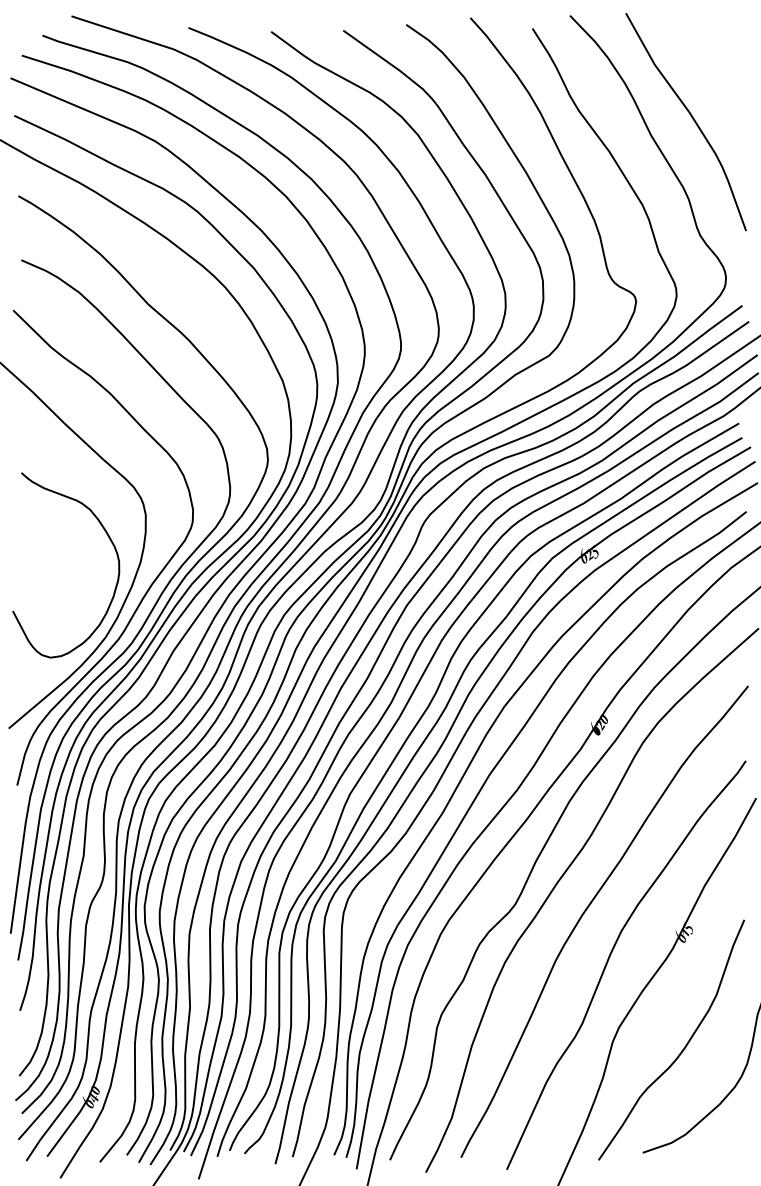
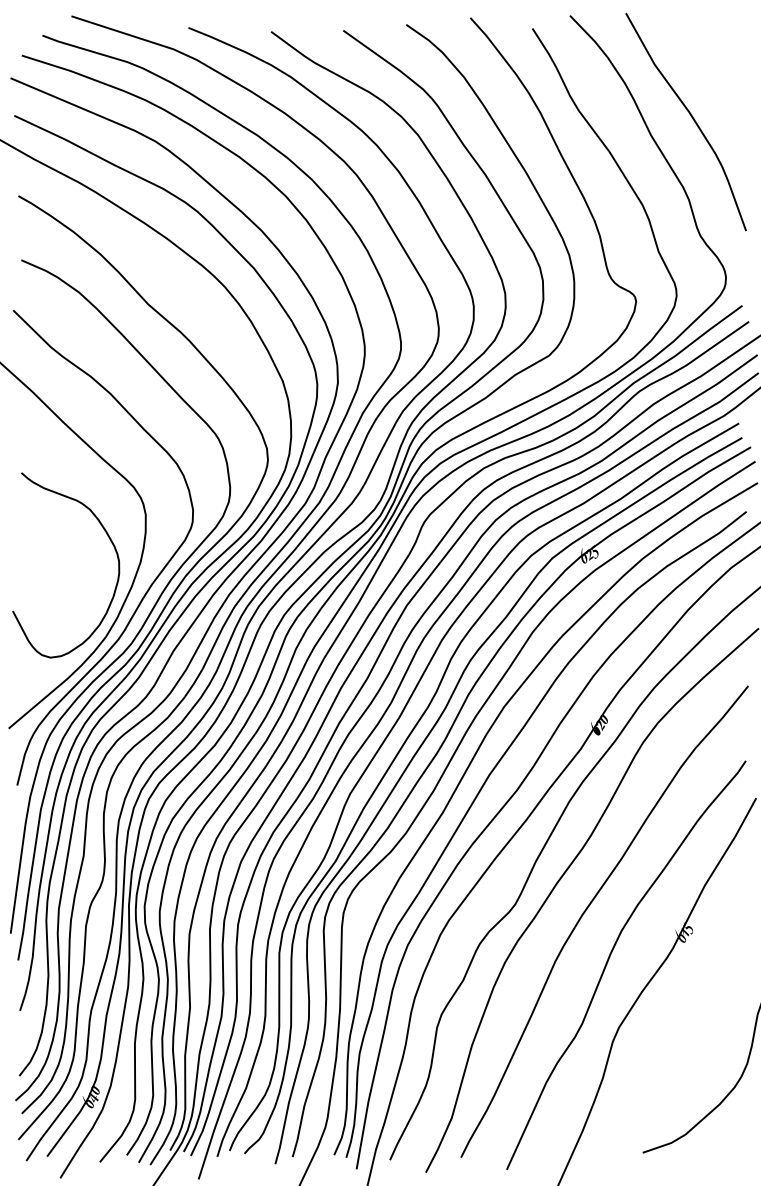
curve at (684, 1046): present -> none
